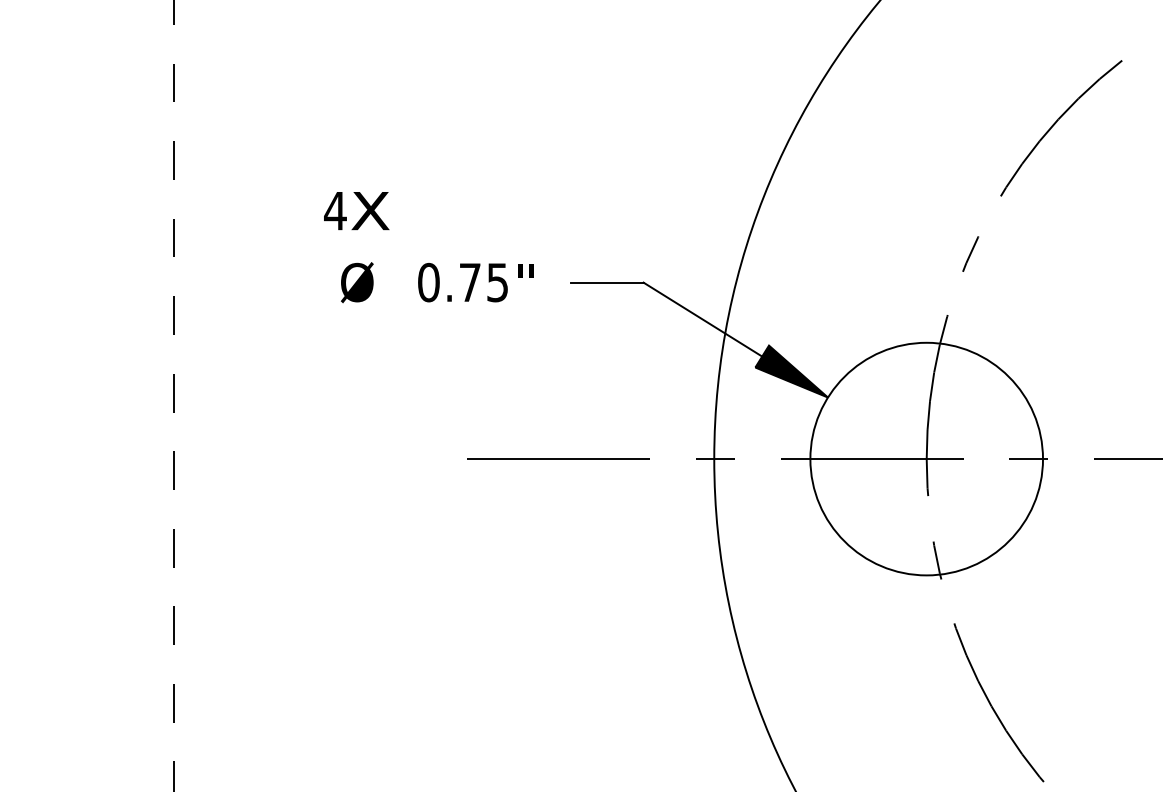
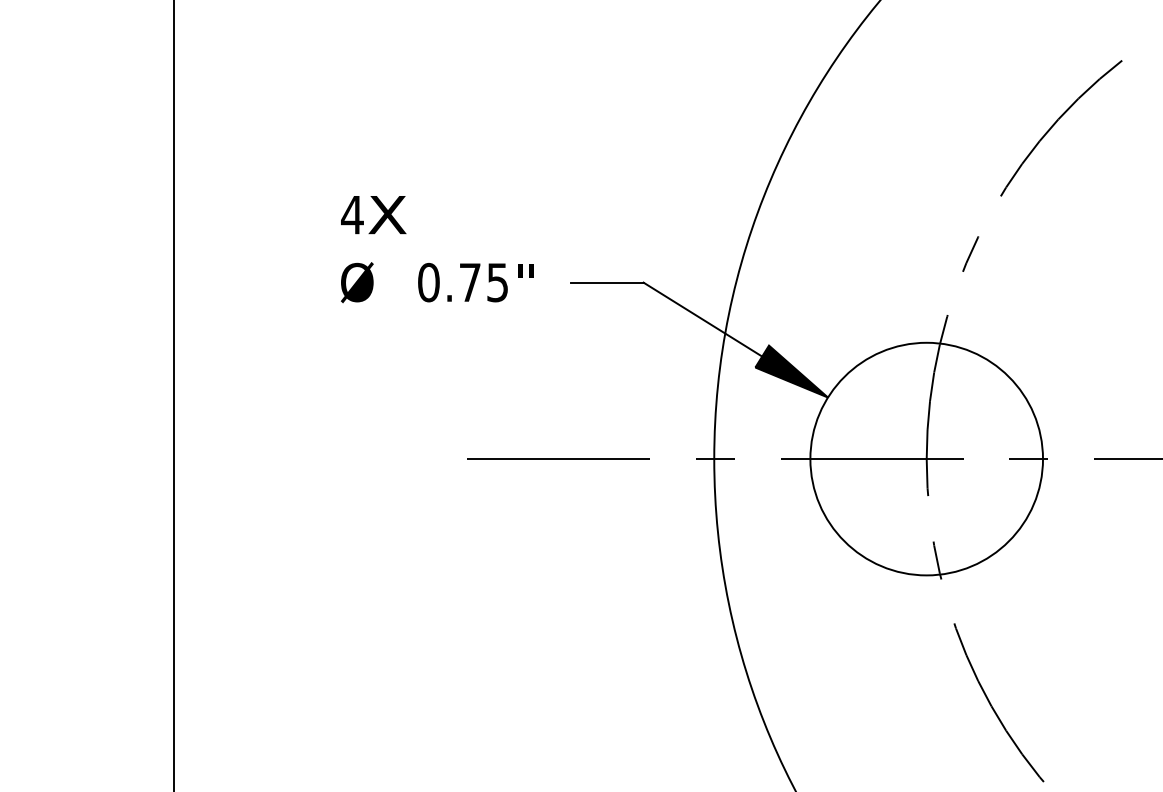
text at (356, 211) position: (356, 211) -> (373, 215)
line at (174, 395): dashed -> solid
